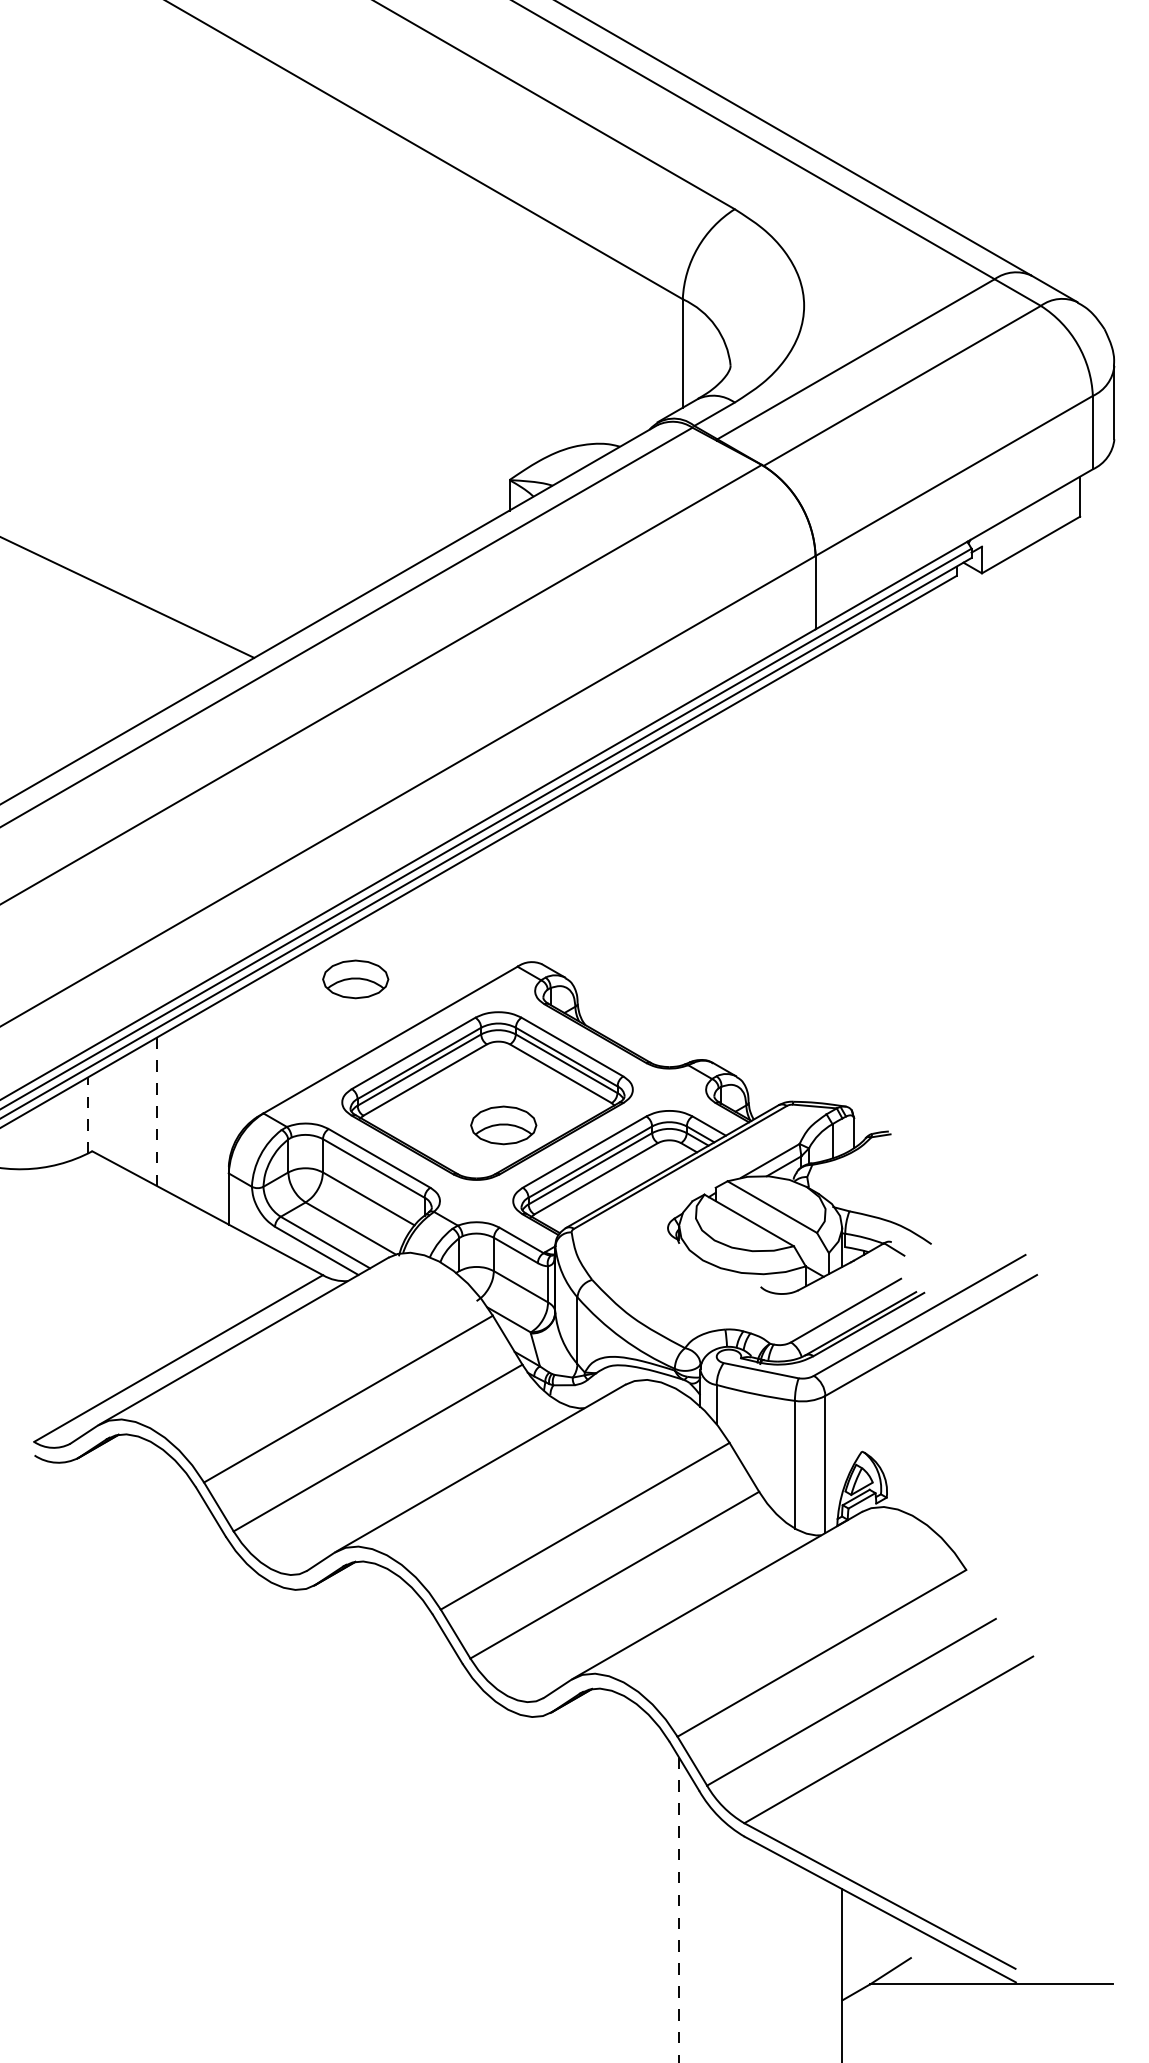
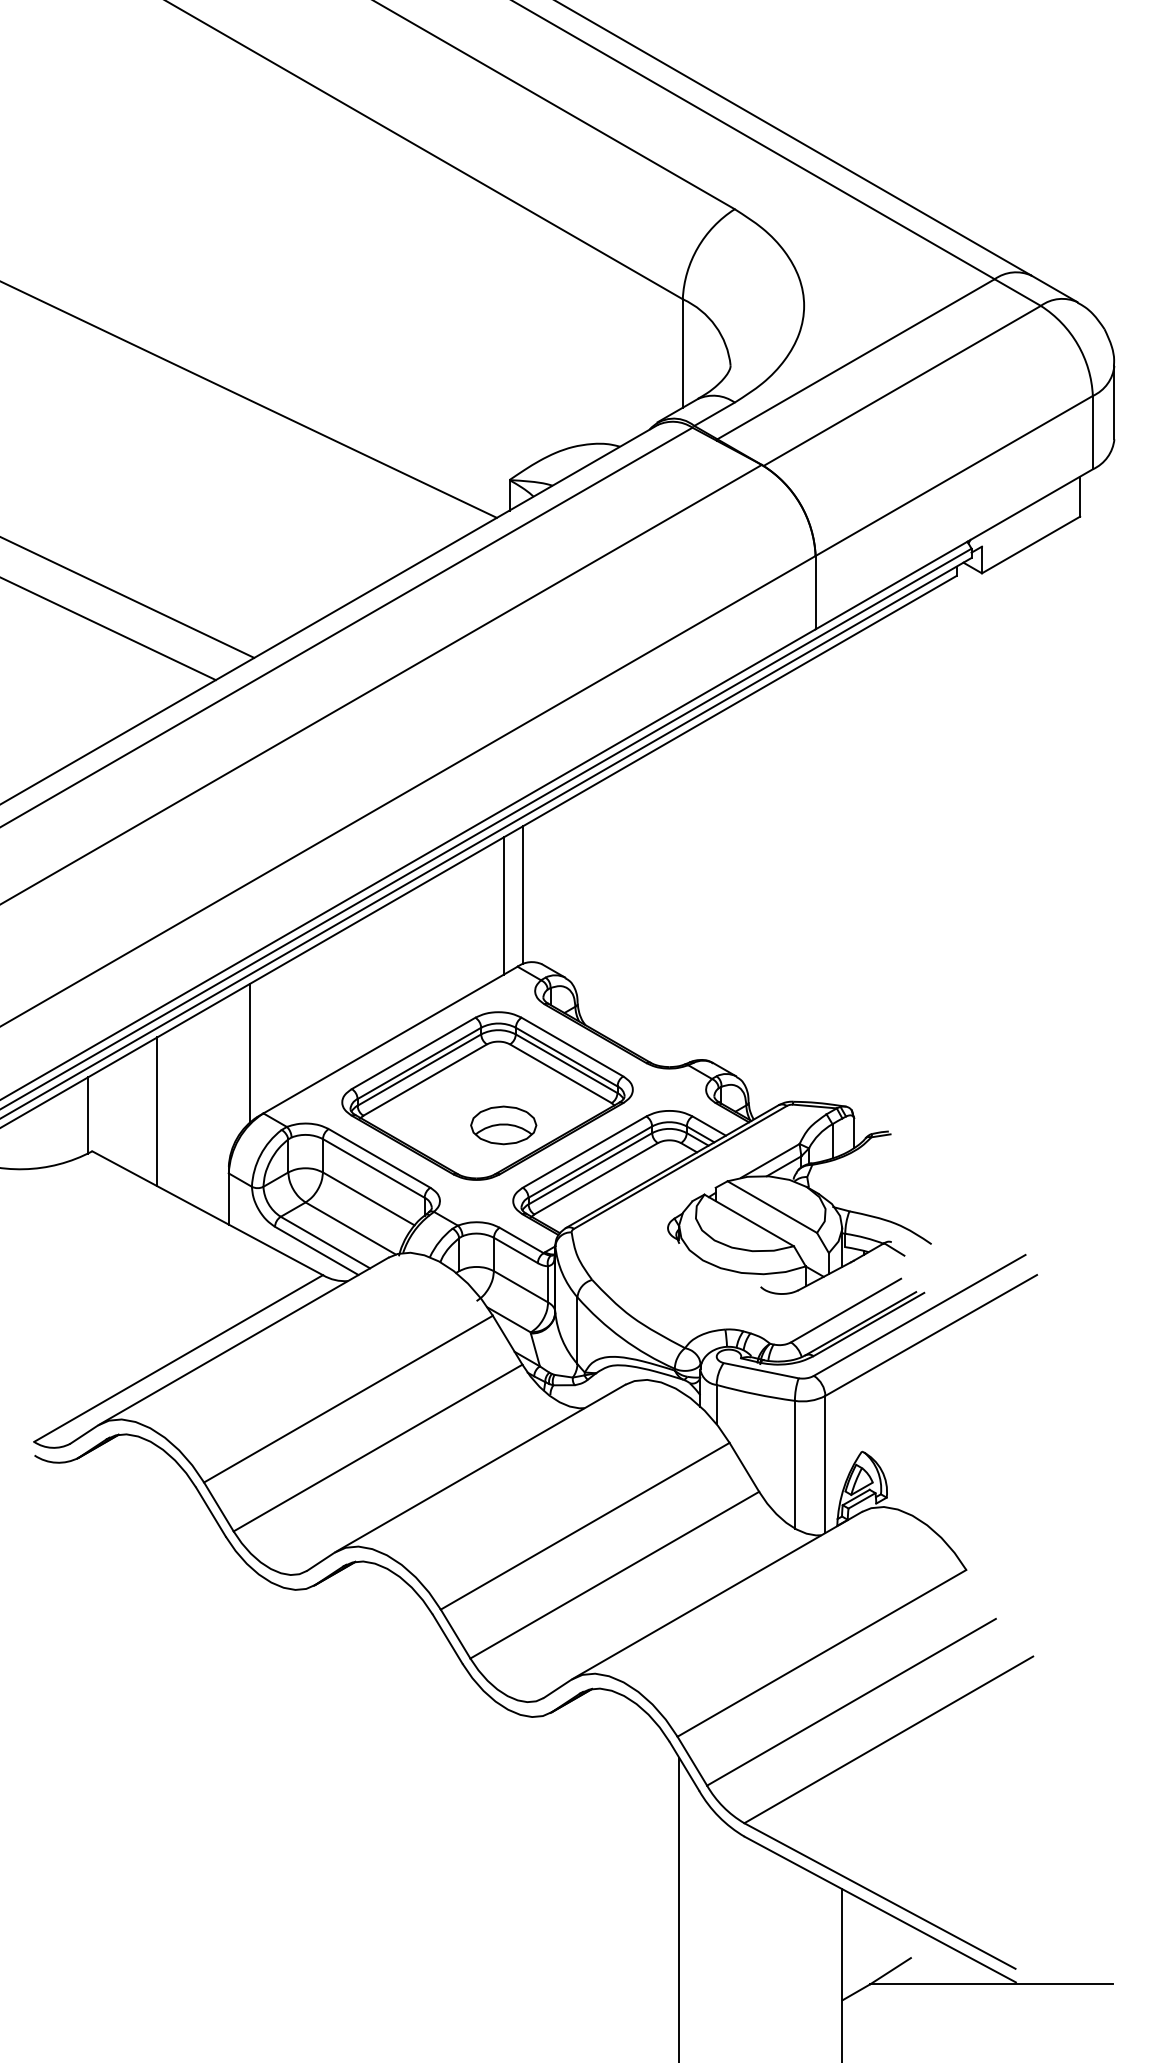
line at (249, 399): none -> present
line at (108, 629): none -> present
line at (522, 895): none -> present
line at (503, 905): none -> present
part at (355, 979): present -> none
line at (249, 1053): none -> present
line at (157, 1112): dashed -> solid
line at (87, 1115): dashed -> solid
line at (679, 1910): dashed -> solid
